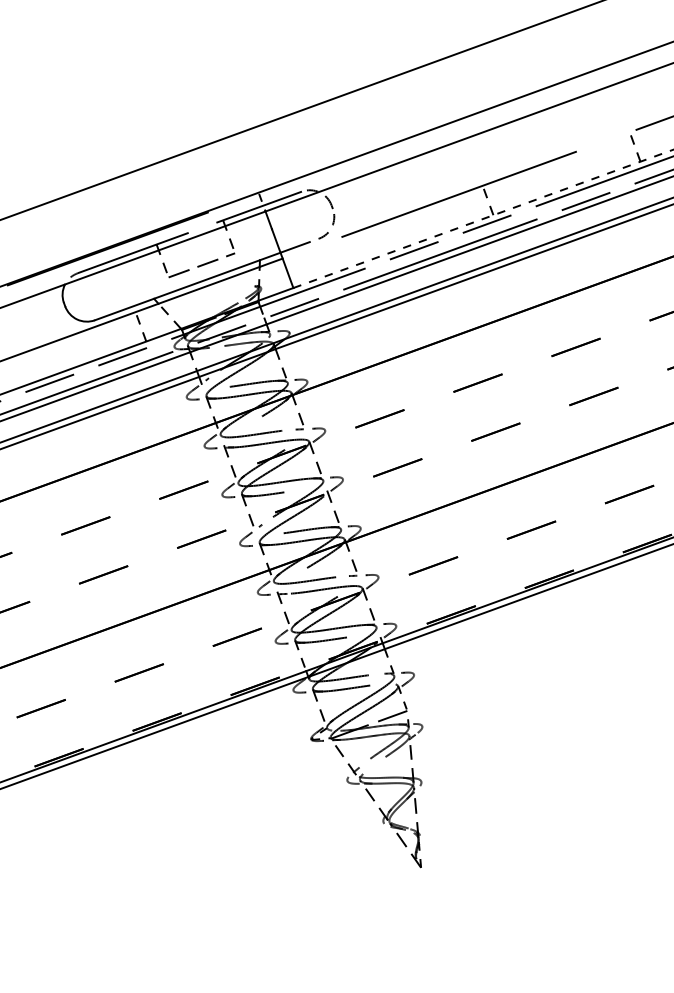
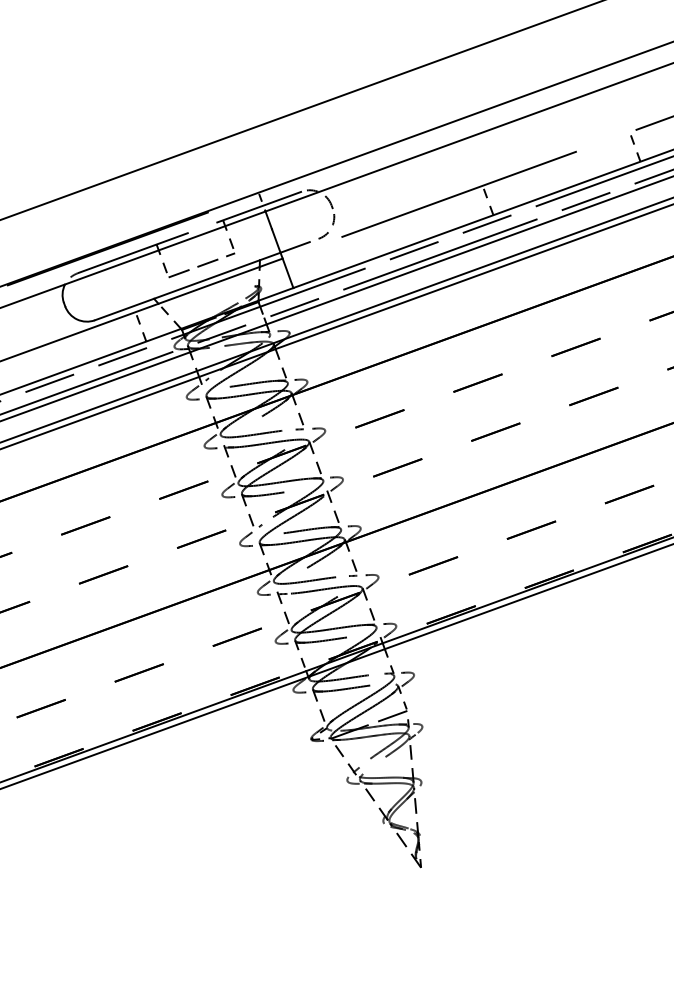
line at (482, 219): dashed -> solid
